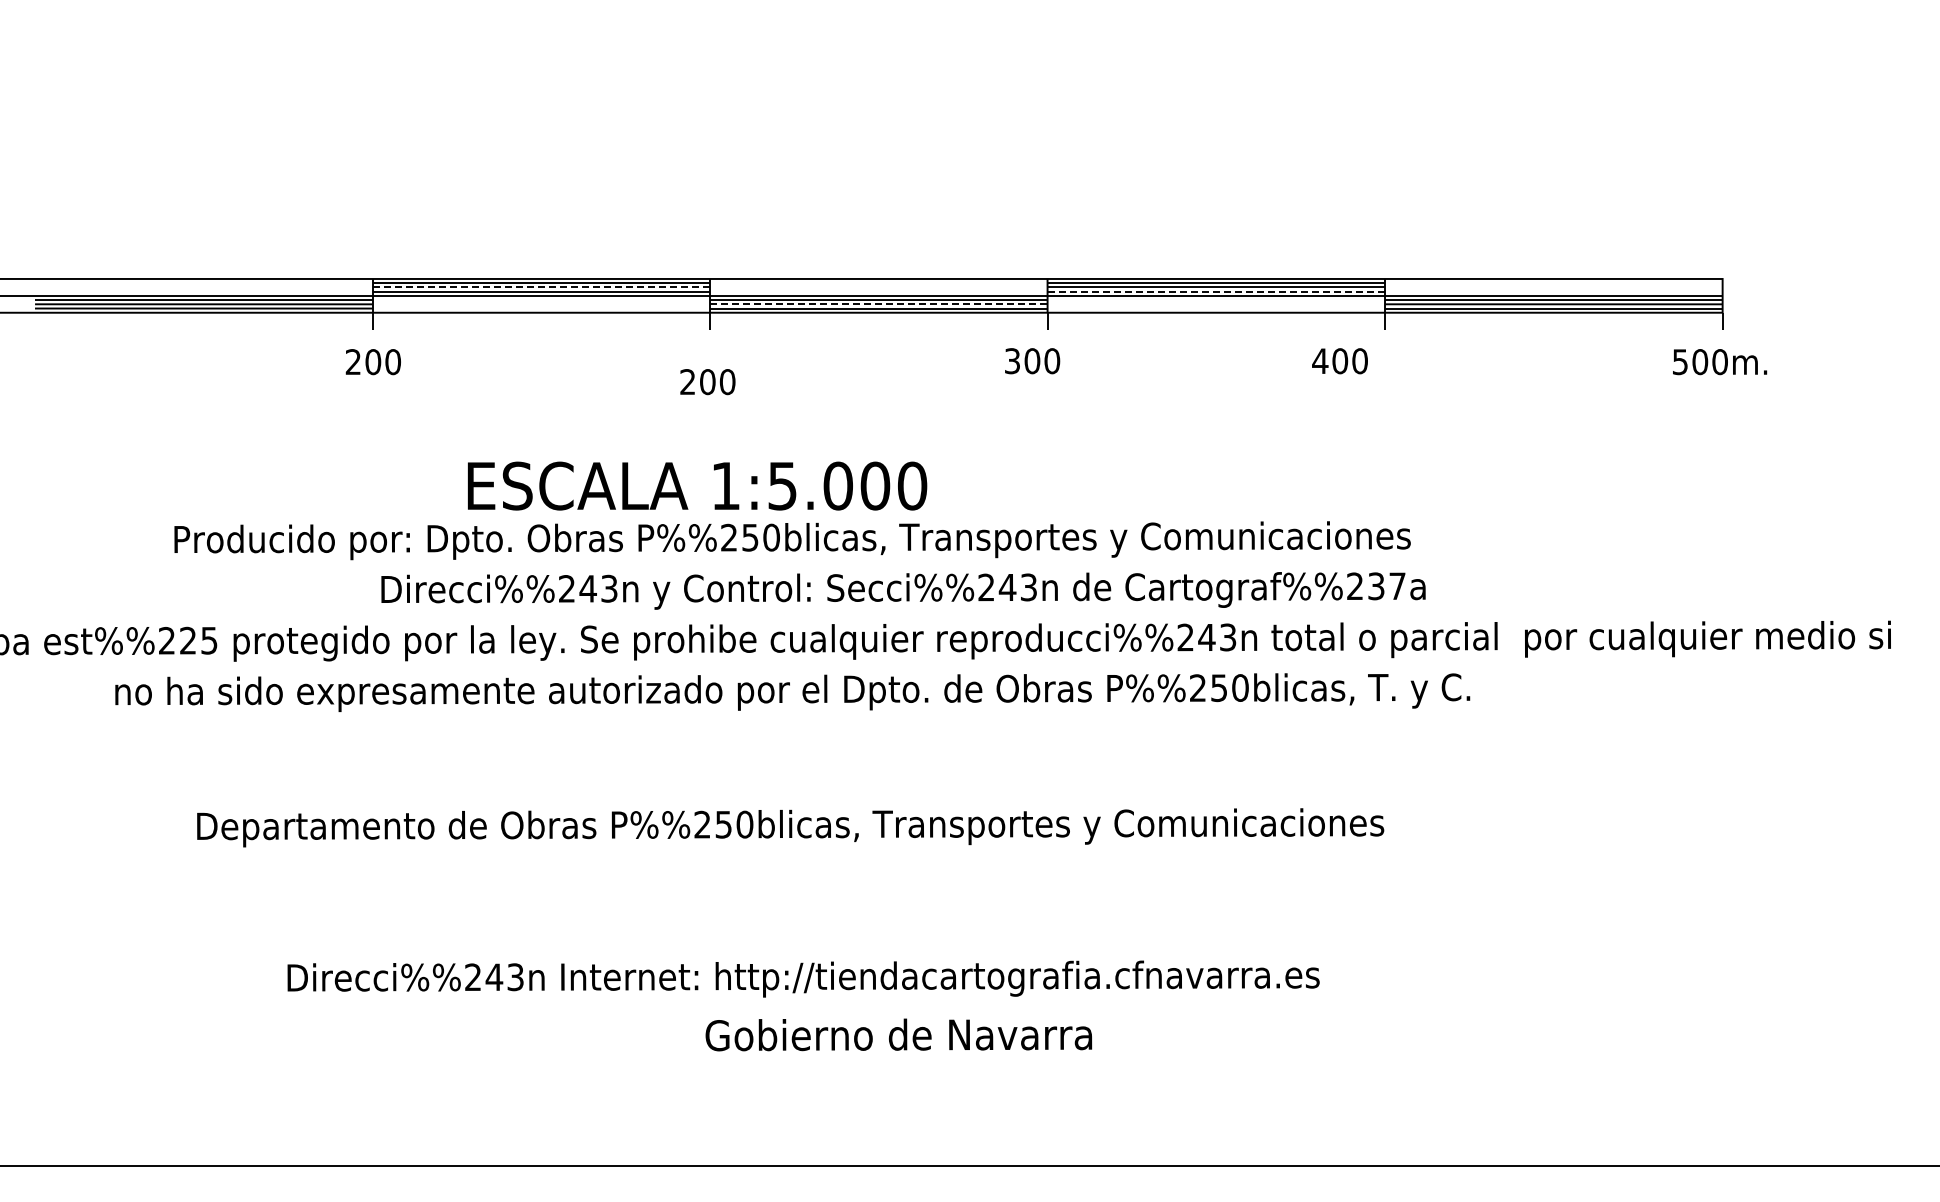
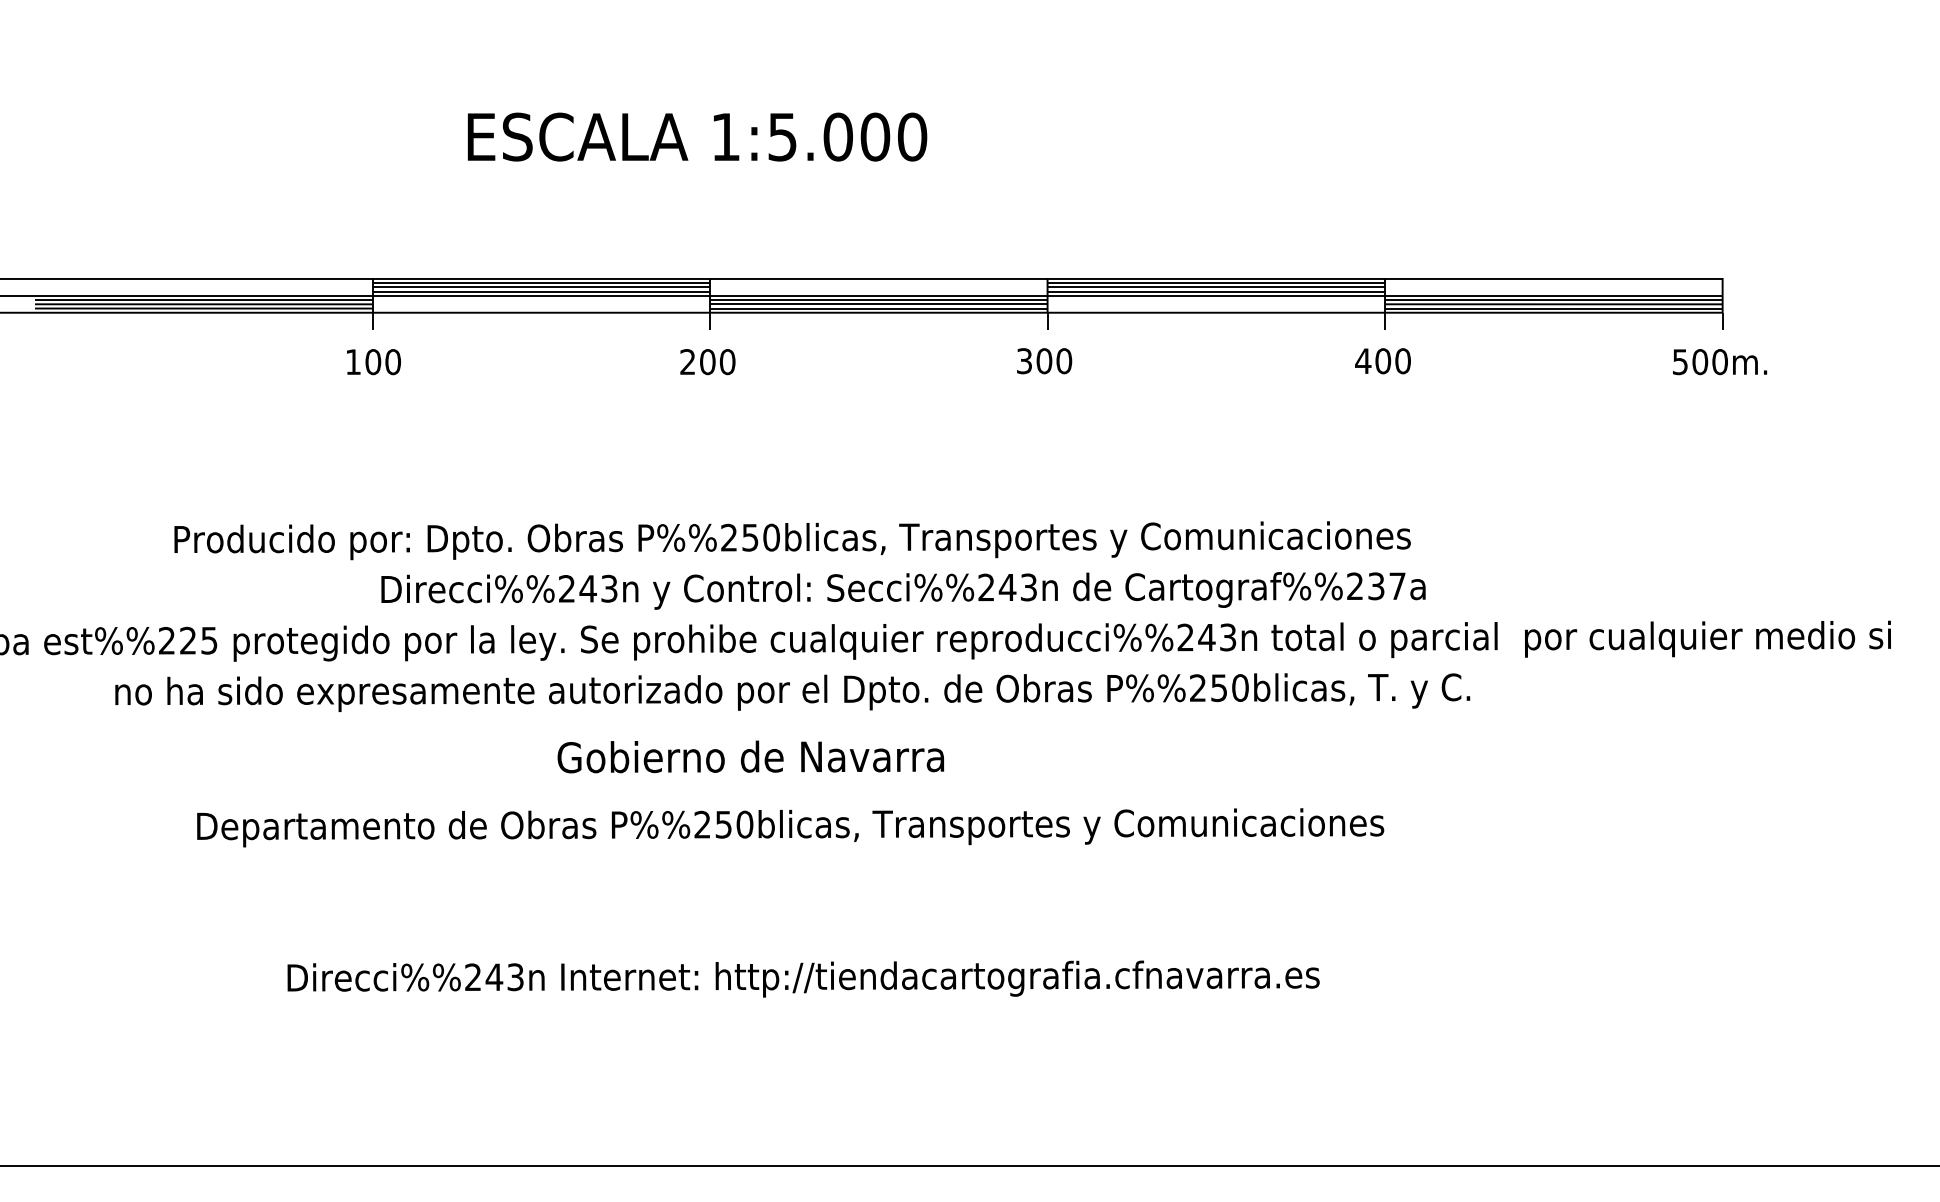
line at (541, 287): dashed -> solid
line at (1216, 291): dashed -> solid
line at (878, 304): dashed -> solid
text at (352, 361): 200 -> 100
text at (1032, 361) position: (1032, 361) -> (1044, 361)
text at (1339, 361) position: (1339, 361) -> (1382, 361)
text at (707, 382) position: (707, 382) -> (707, 362)
text at (697, 485) position: (697, 485) -> (697, 136)
text at (898, 1034) position: (898, 1034) -> (750, 756)
